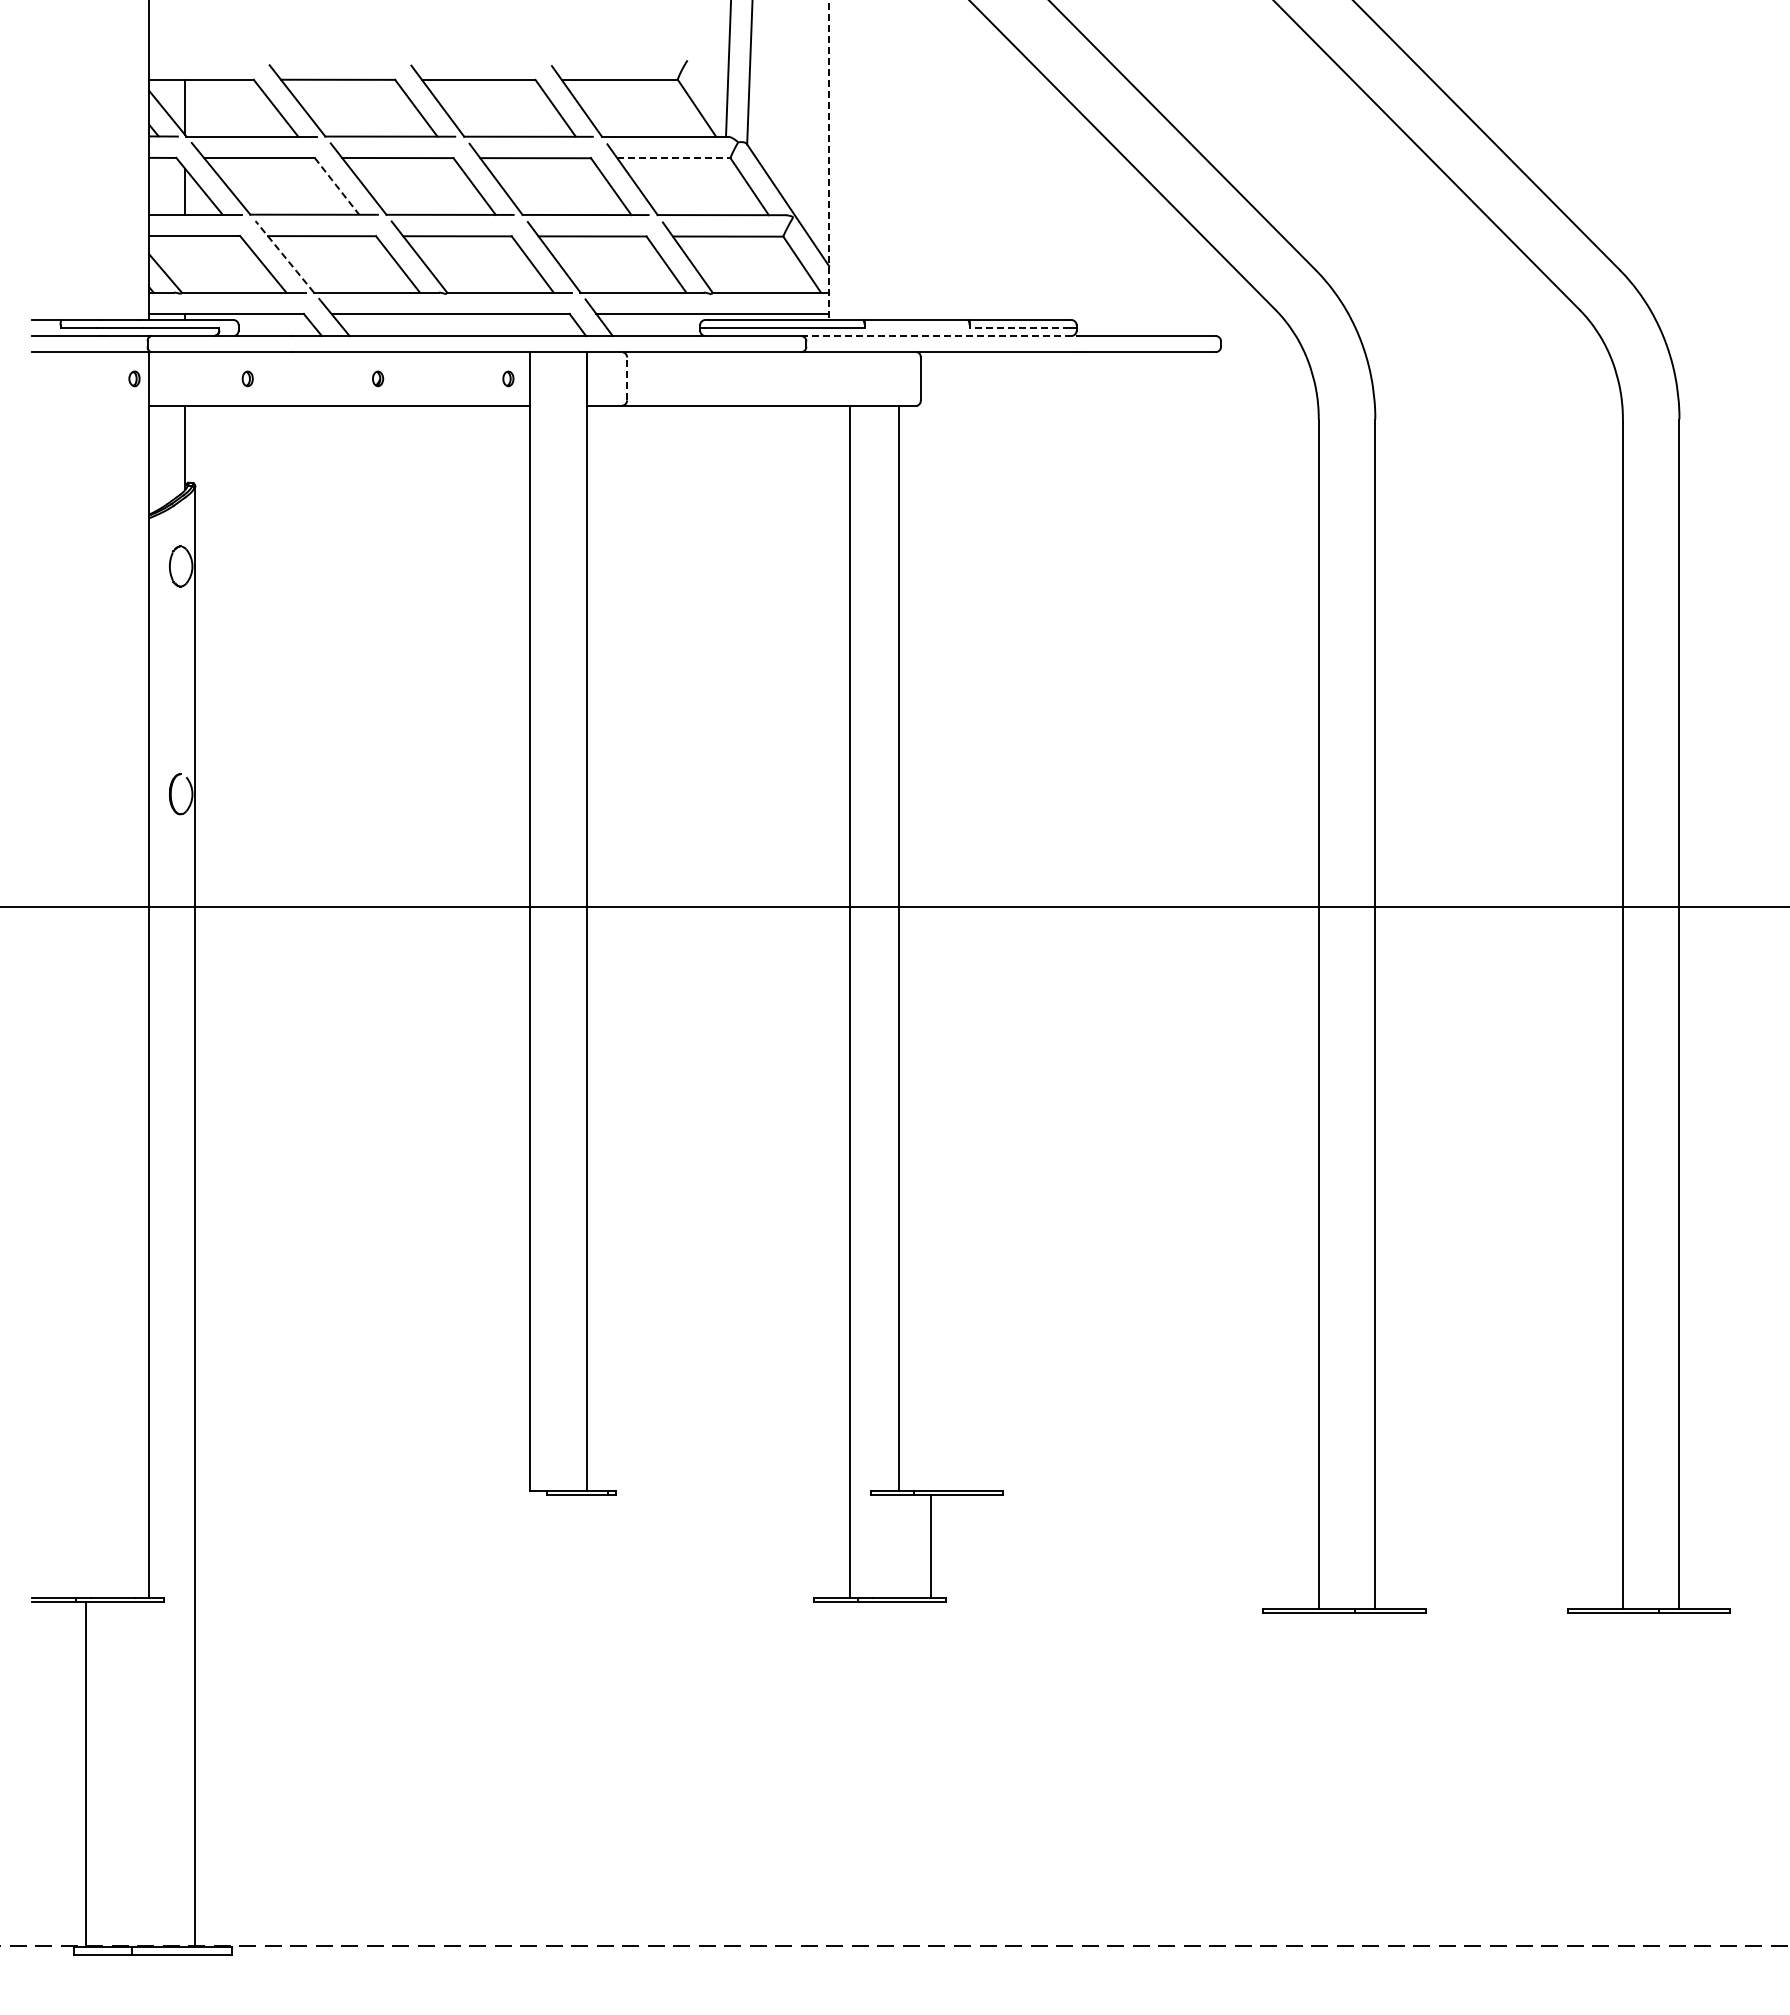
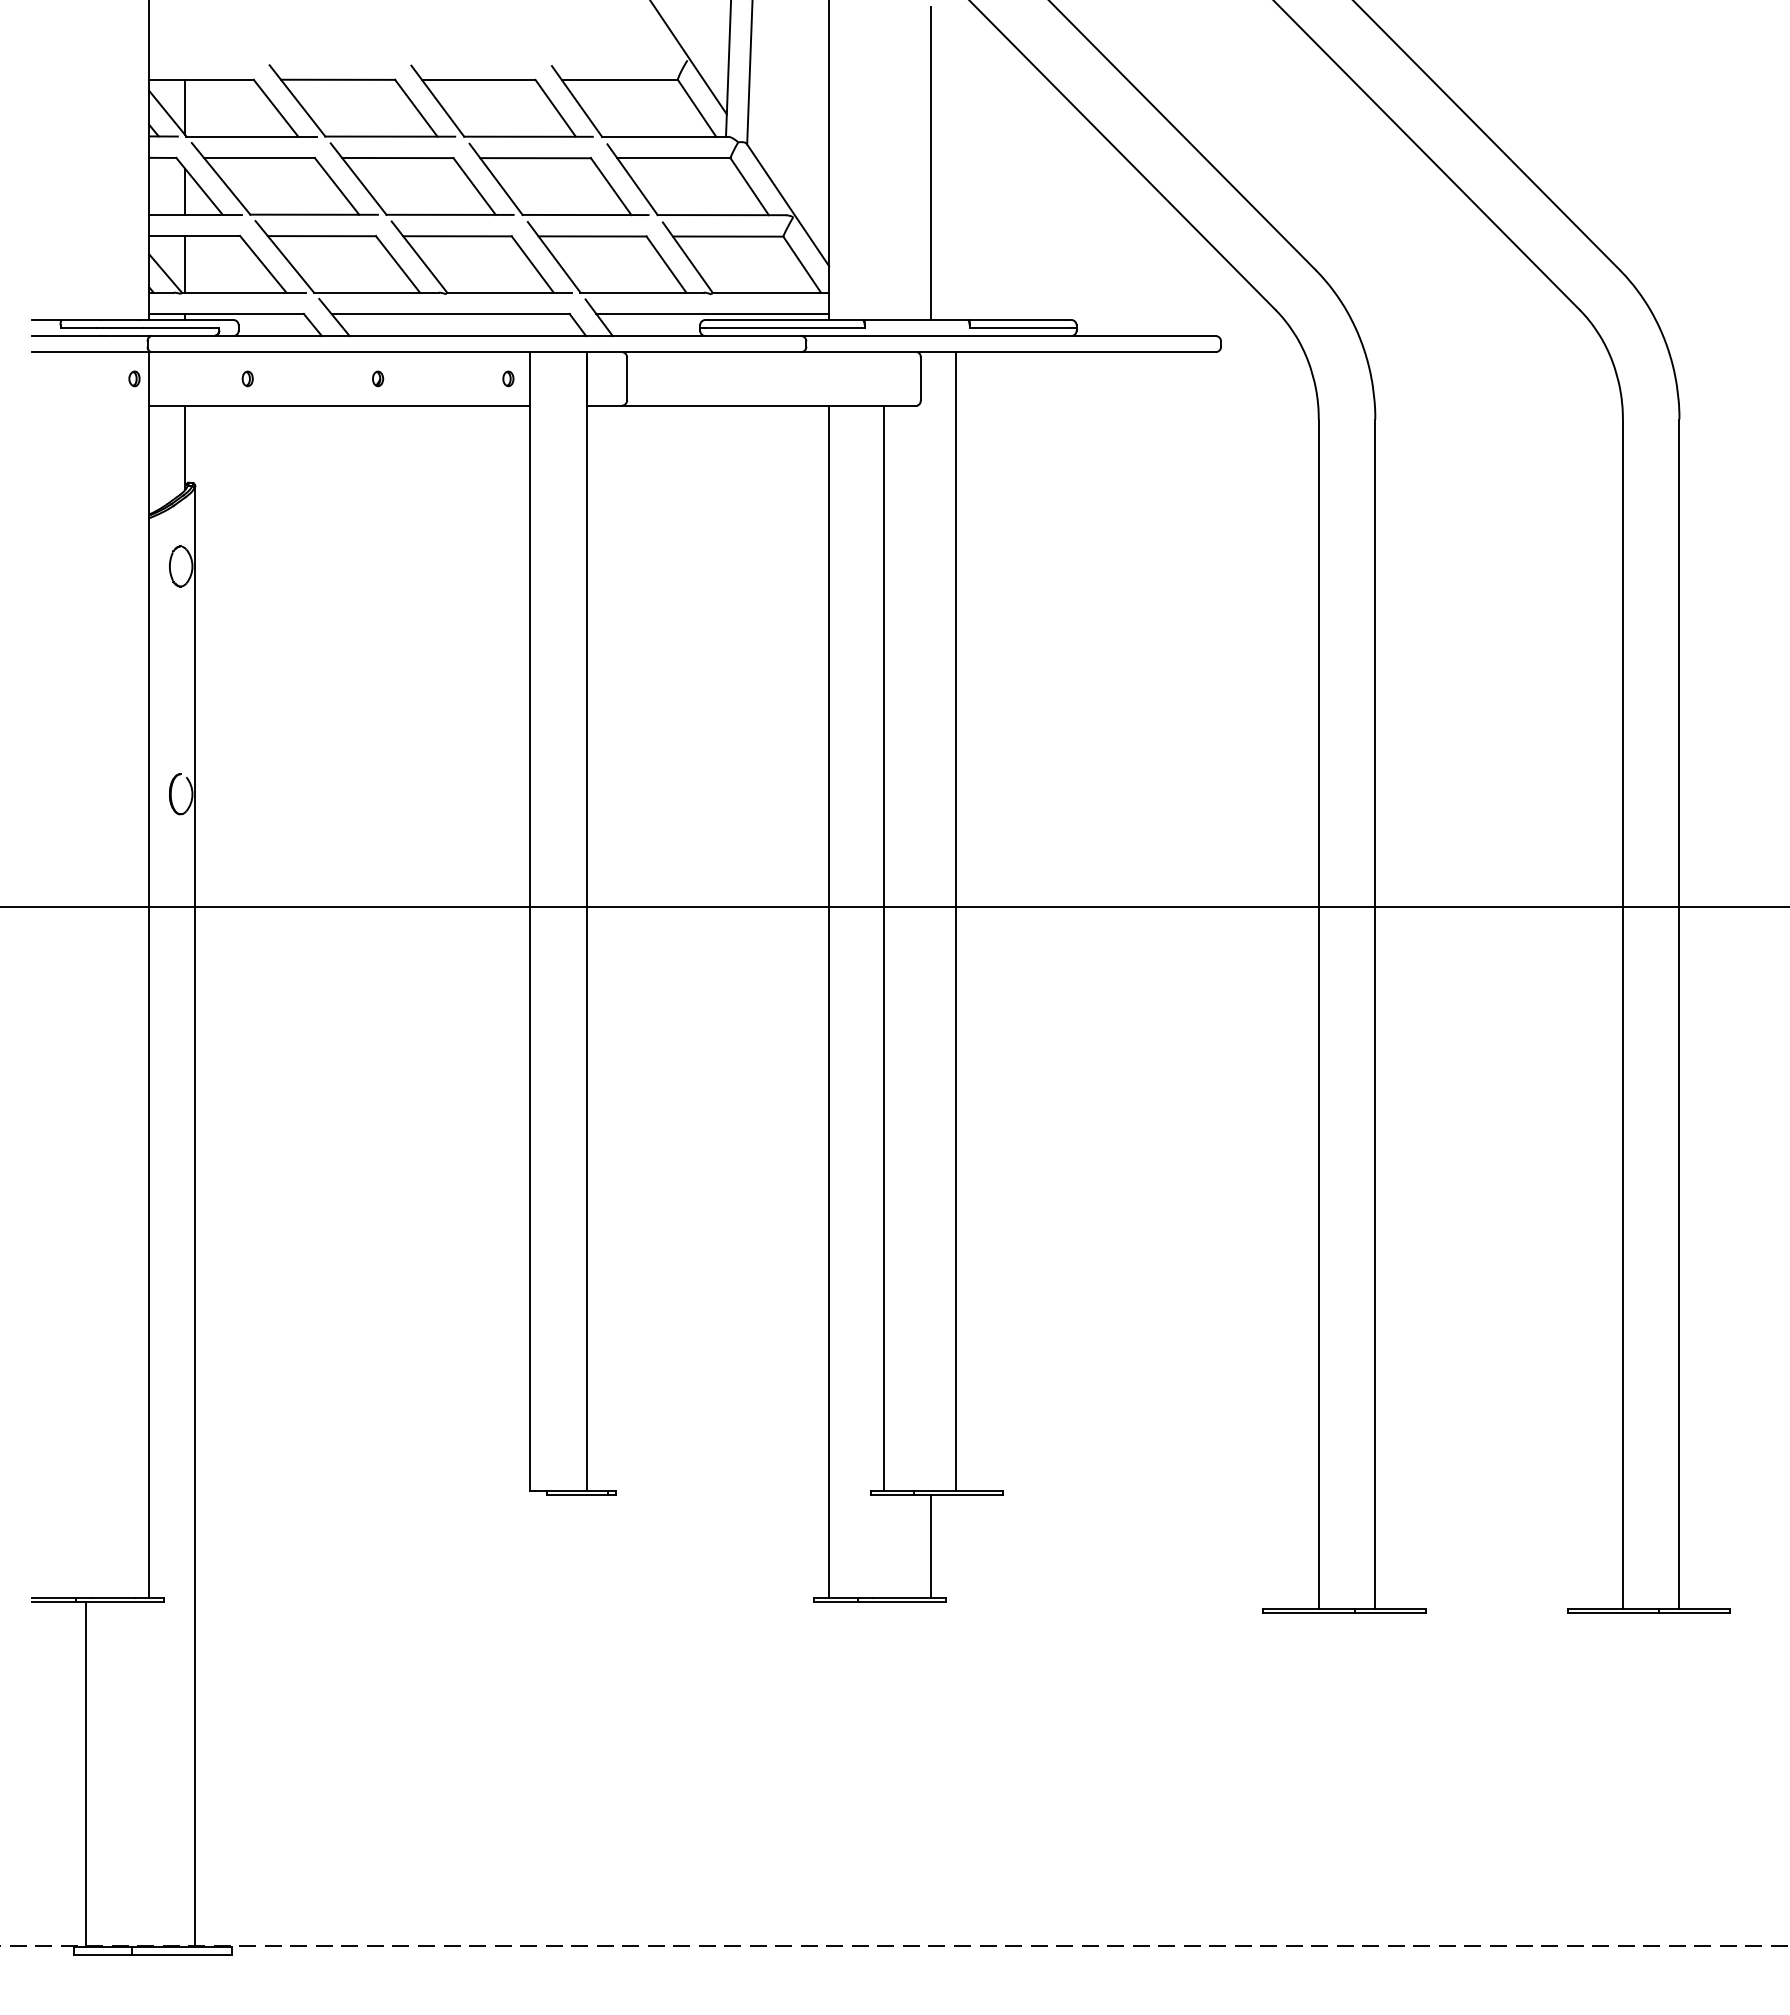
line at (688, 58): none -> present
line at (674, 158): dashed -> solid
line at (829, 160): dashed -> solid
line at (931, 162): none -> present
line at (337, 186): dashed -> solid
line at (284, 256): dashed -> solid
line at (185, 264): none -> present
line at (1019, 328): dashed -> solid
line at (940, 336): dashed -> solid
line at (627, 378): dashed -> solid
line at (955, 921): none -> present
line at (899, 947) position: (899, 947) -> (884, 947)
line at (850, 1001) position: (850, 1001) -> (829, 1001)
